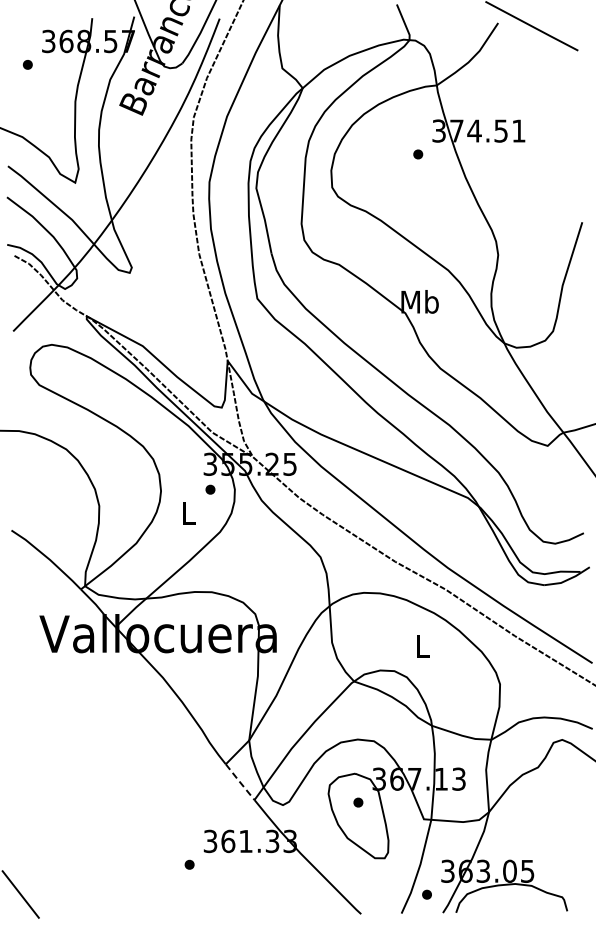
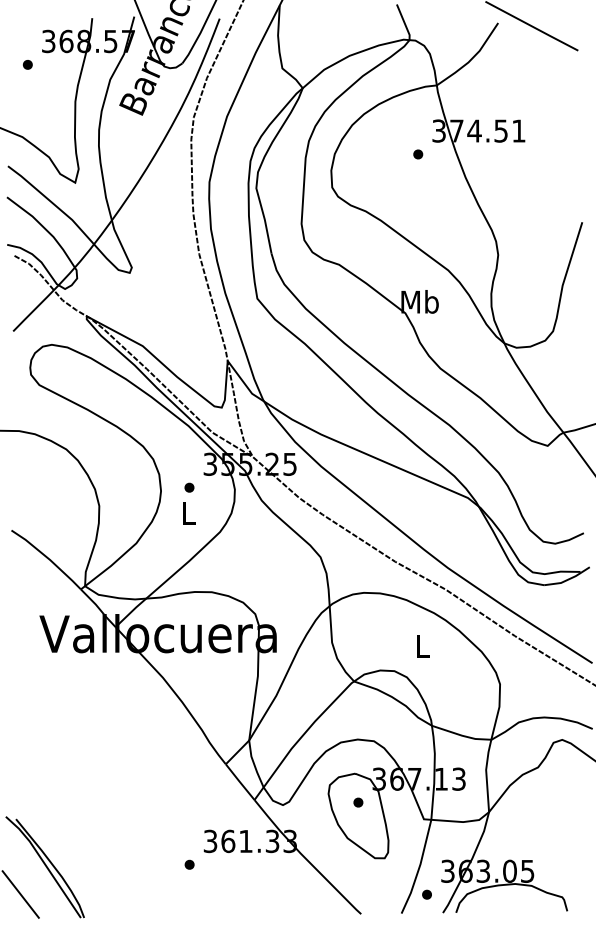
part at (210, 489) position: (210, 489) -> (189, 487)
line at (239, 781): dashed -> solid
part at (44, 867): none -> present
